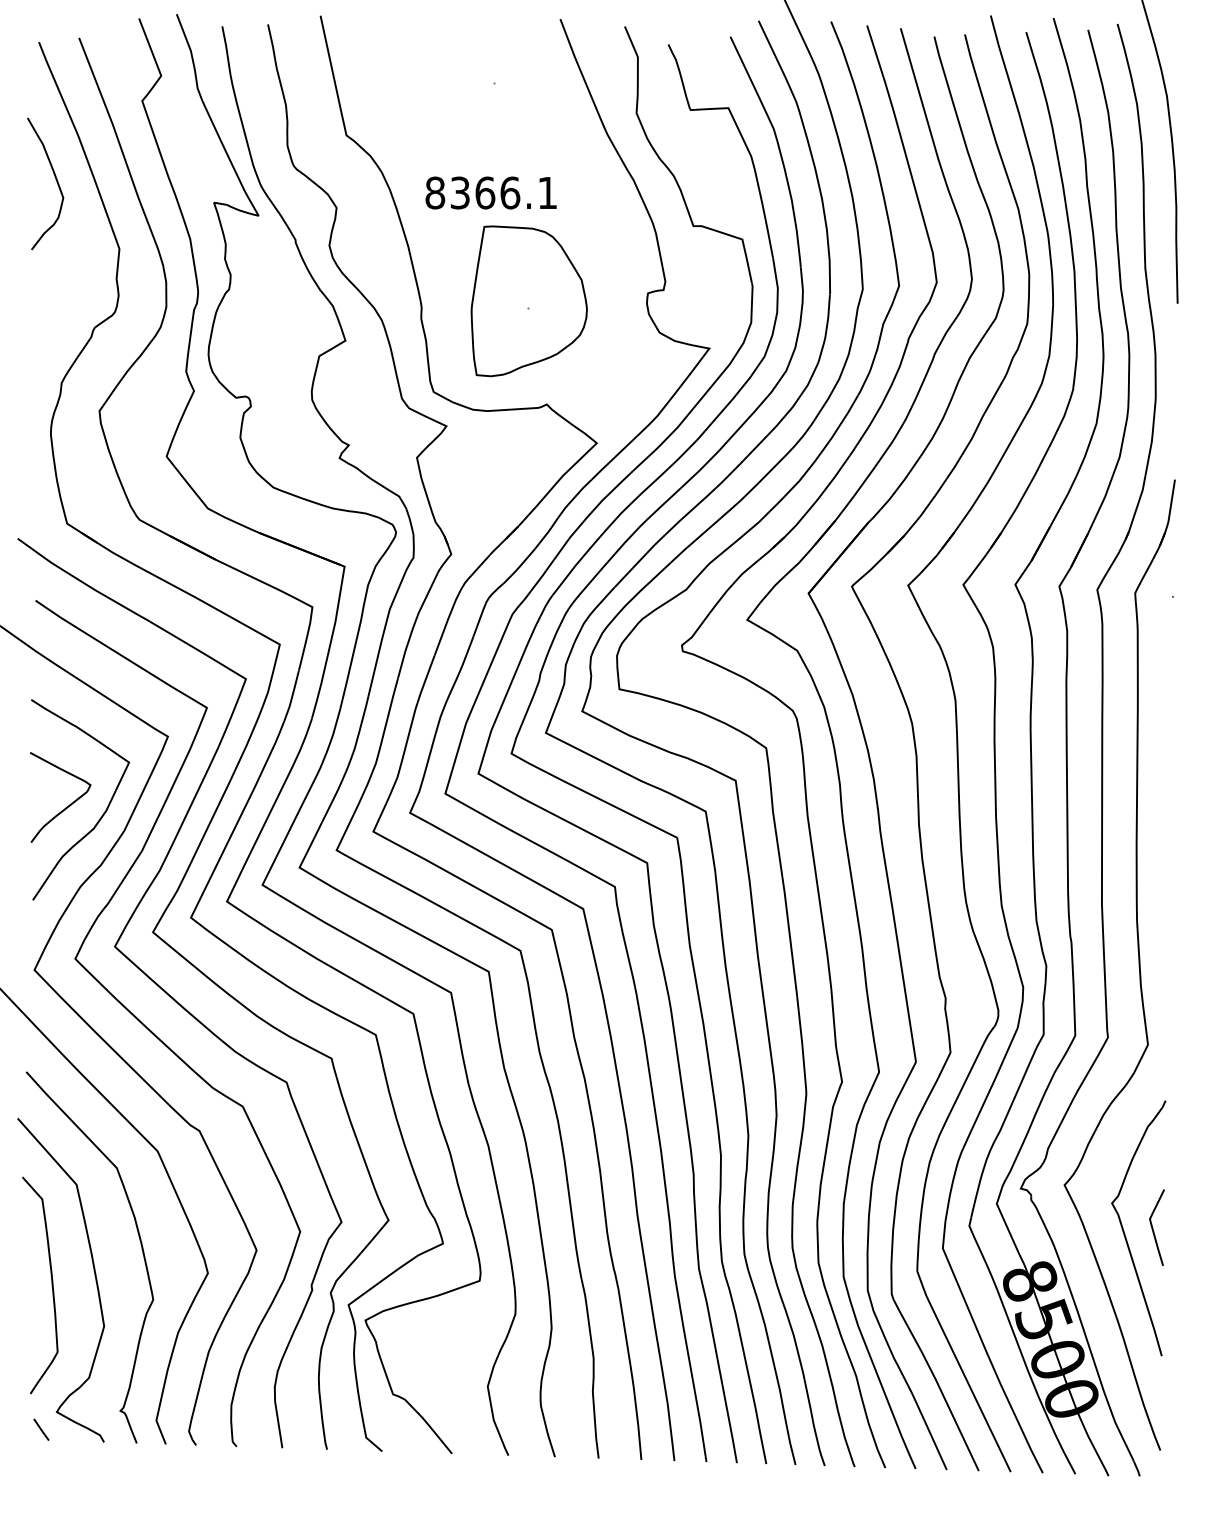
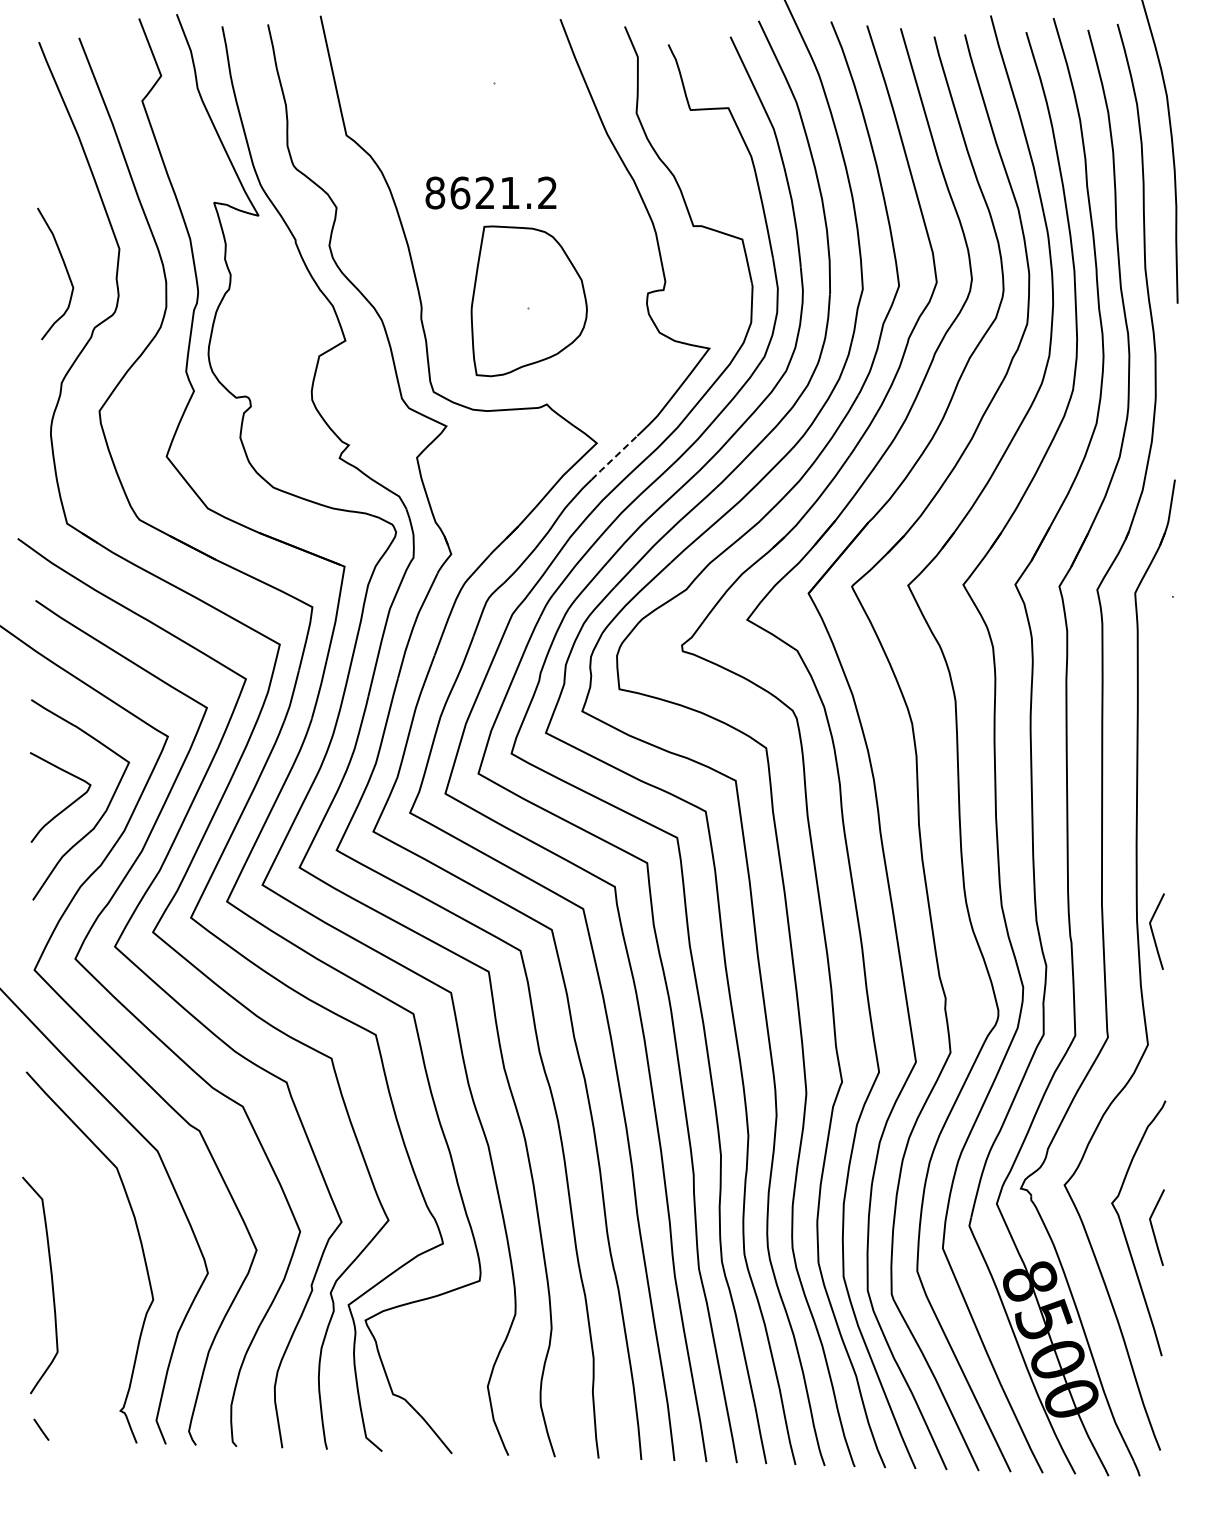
curve at (55, 179) position: (55, 179) -> (65, 269)
text at (503, 192): 8366.1 -> 8621.2
line at (614, 457): solid -> dashed
curve at (1153, 931): none -> present
curve at (94, 1276): present -> none
